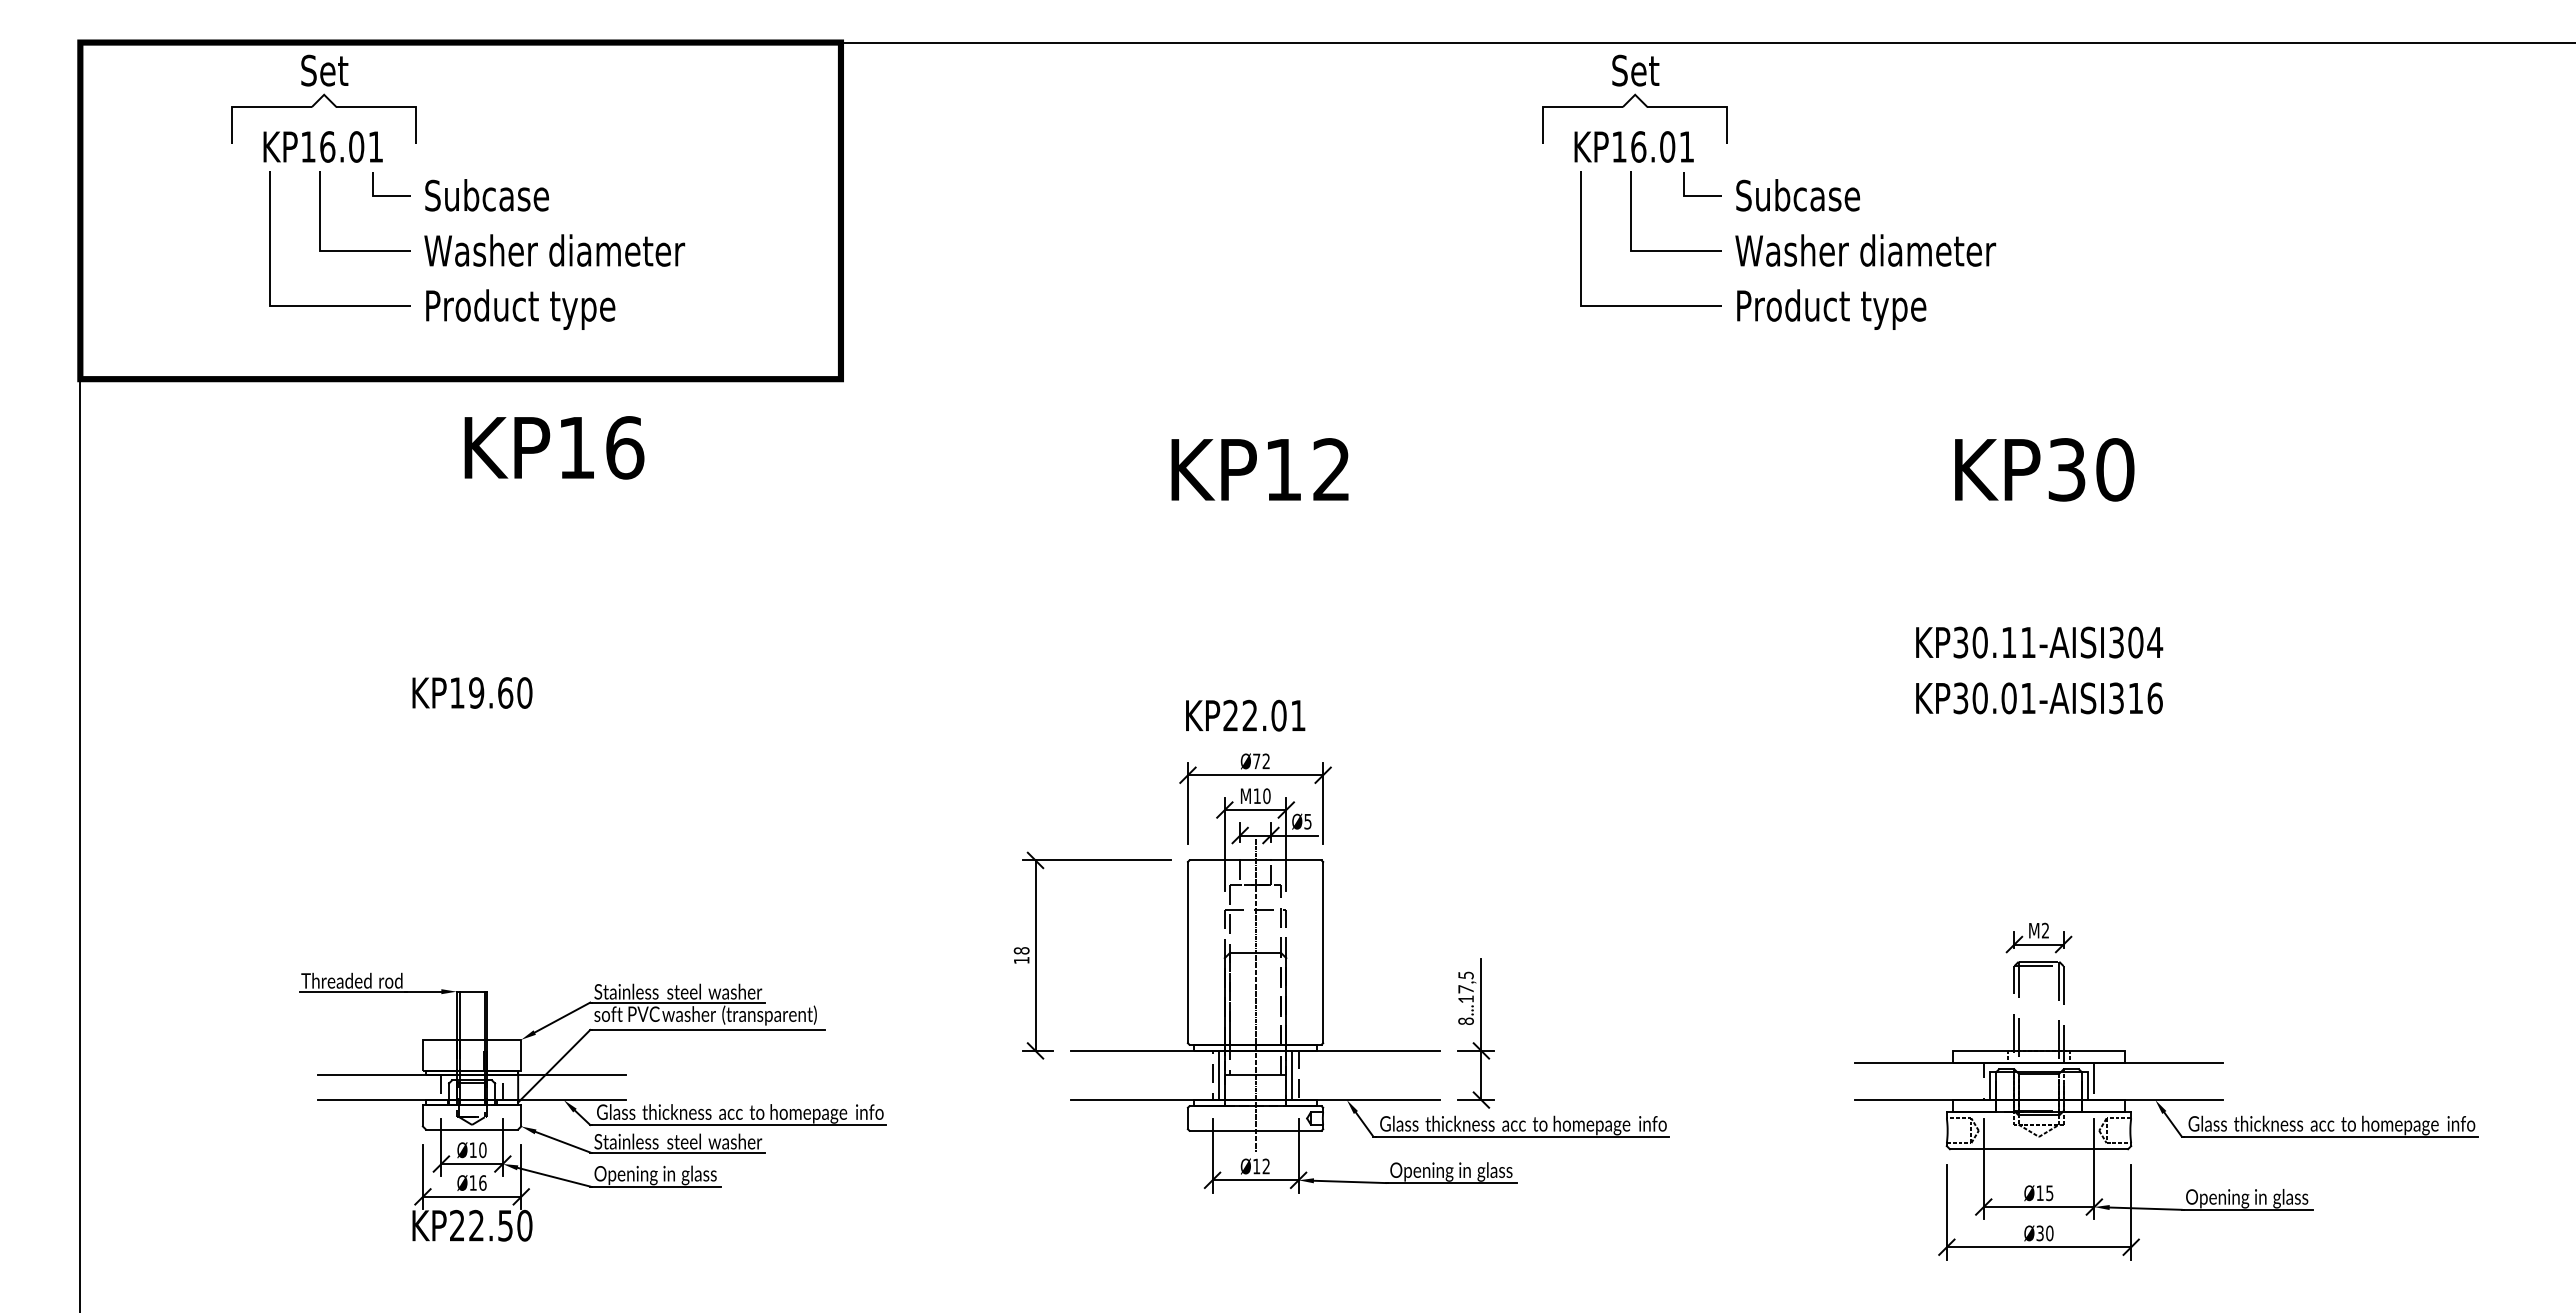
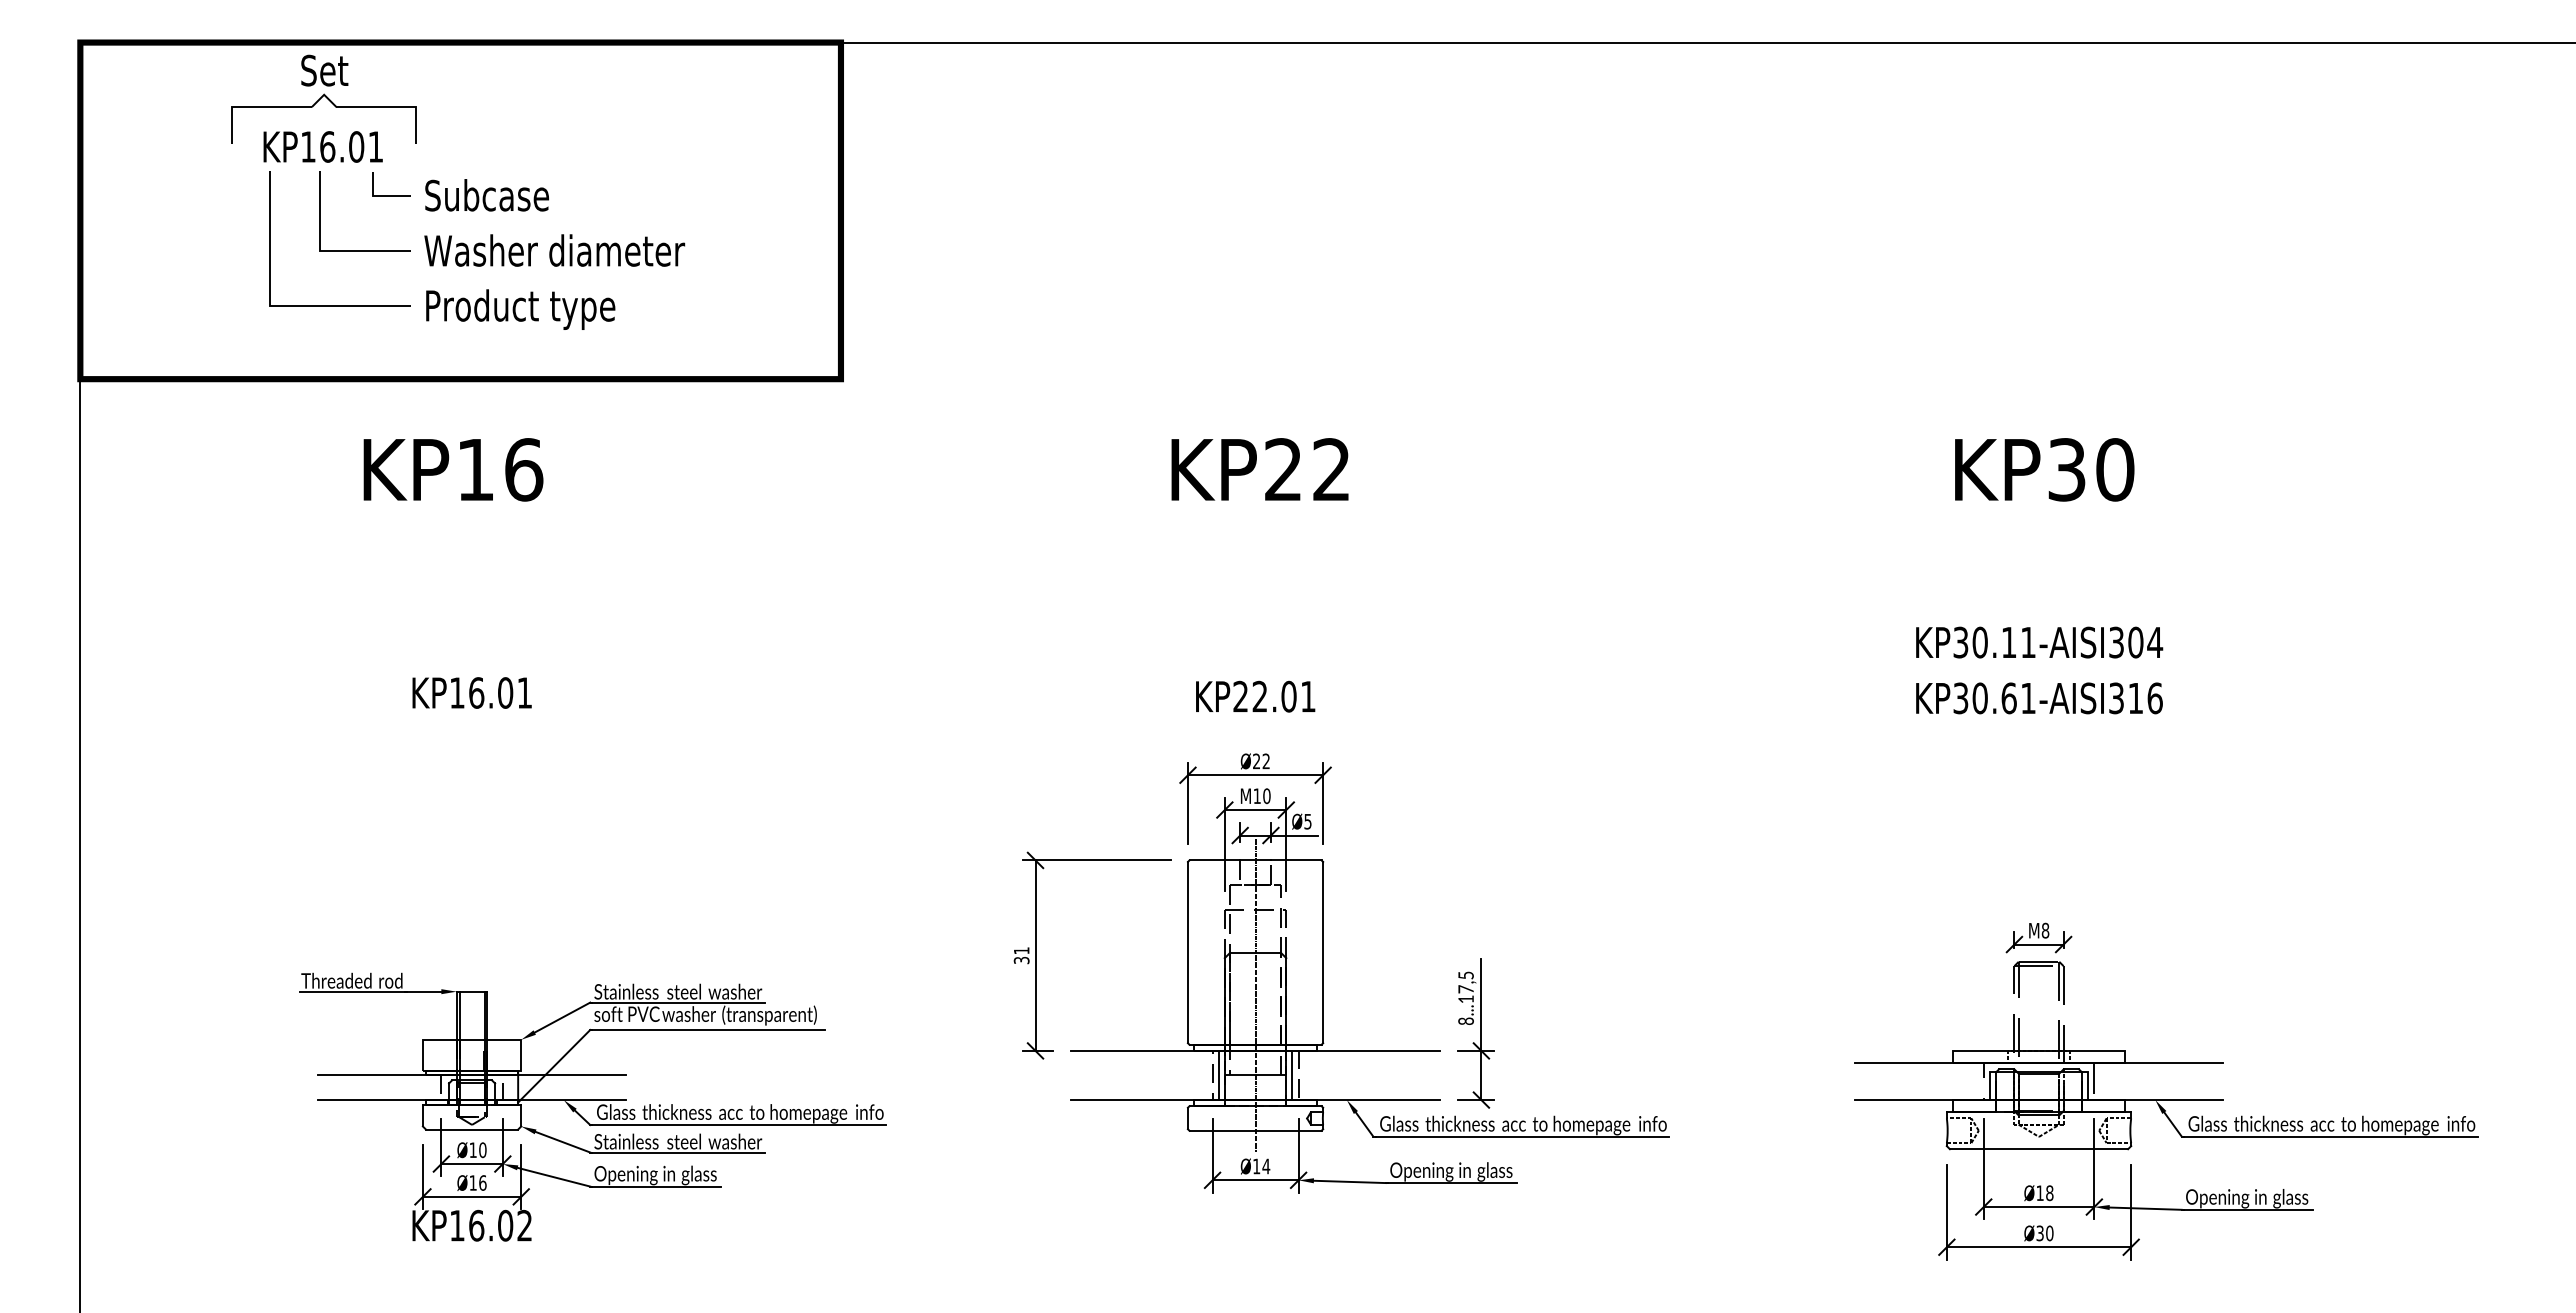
part at (1769, 191): present -> none
text at (554, 447) position: (554, 447) -> (453, 469)
text at (1282, 469): KP12 -> KP22
text at (500, 692): KP19.60 -> KP16.01
text at (2008, 697): KP30.01-AISI316 -> KP30.61-AISI316
text at (1245, 715) position: (1245, 715) -> (1255, 696)
text at (1256, 761): Ø72 -> Ø22
text at (2045, 930): M2 -> M8
text at (1021, 955): 18 -> 31
text at (1266, 1166): Ø12 -> Ø14
text at (2049, 1193): Ø15 -> Ø18
text at (491, 1225): KP22.50 -> KP16.02
